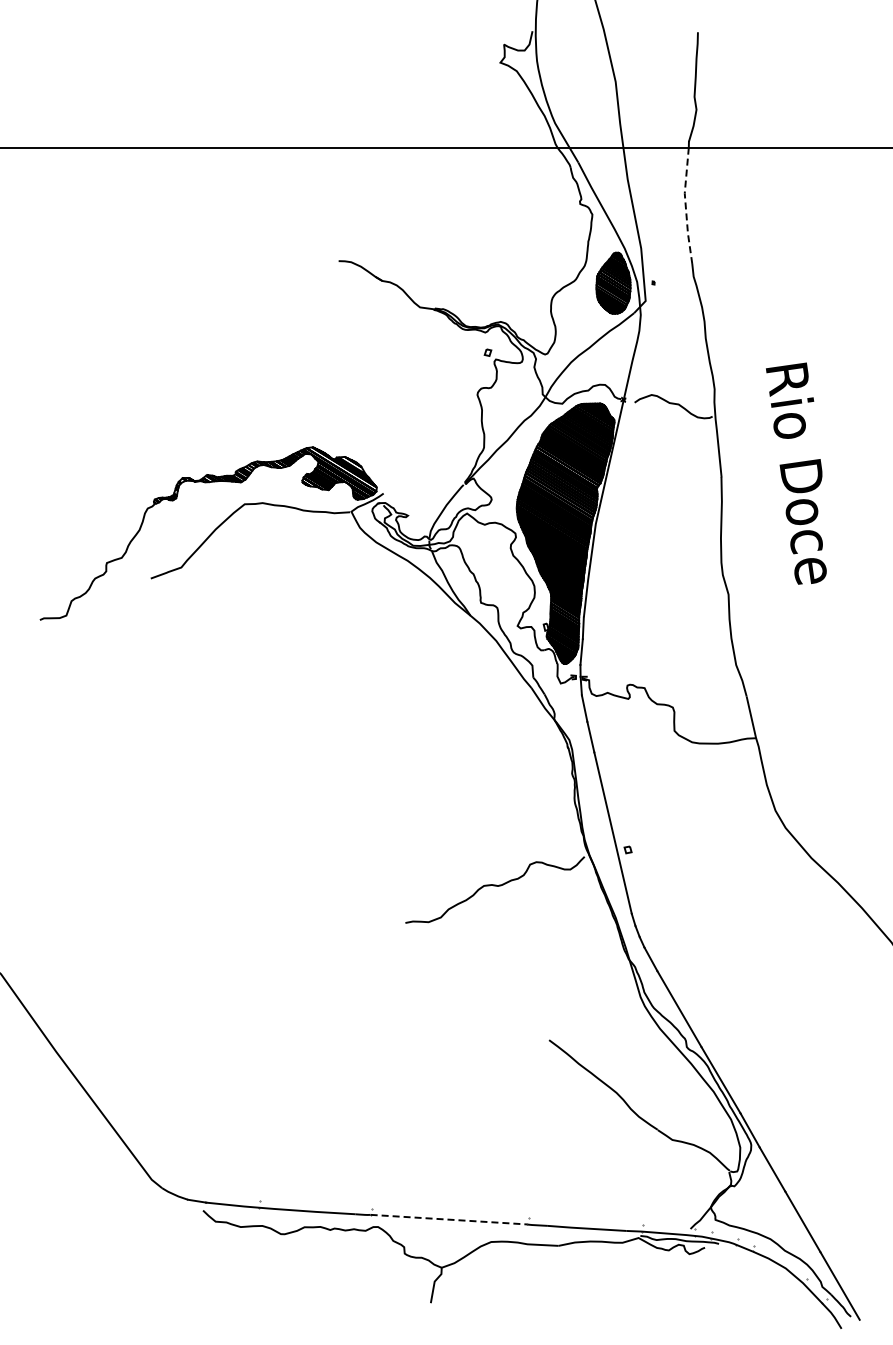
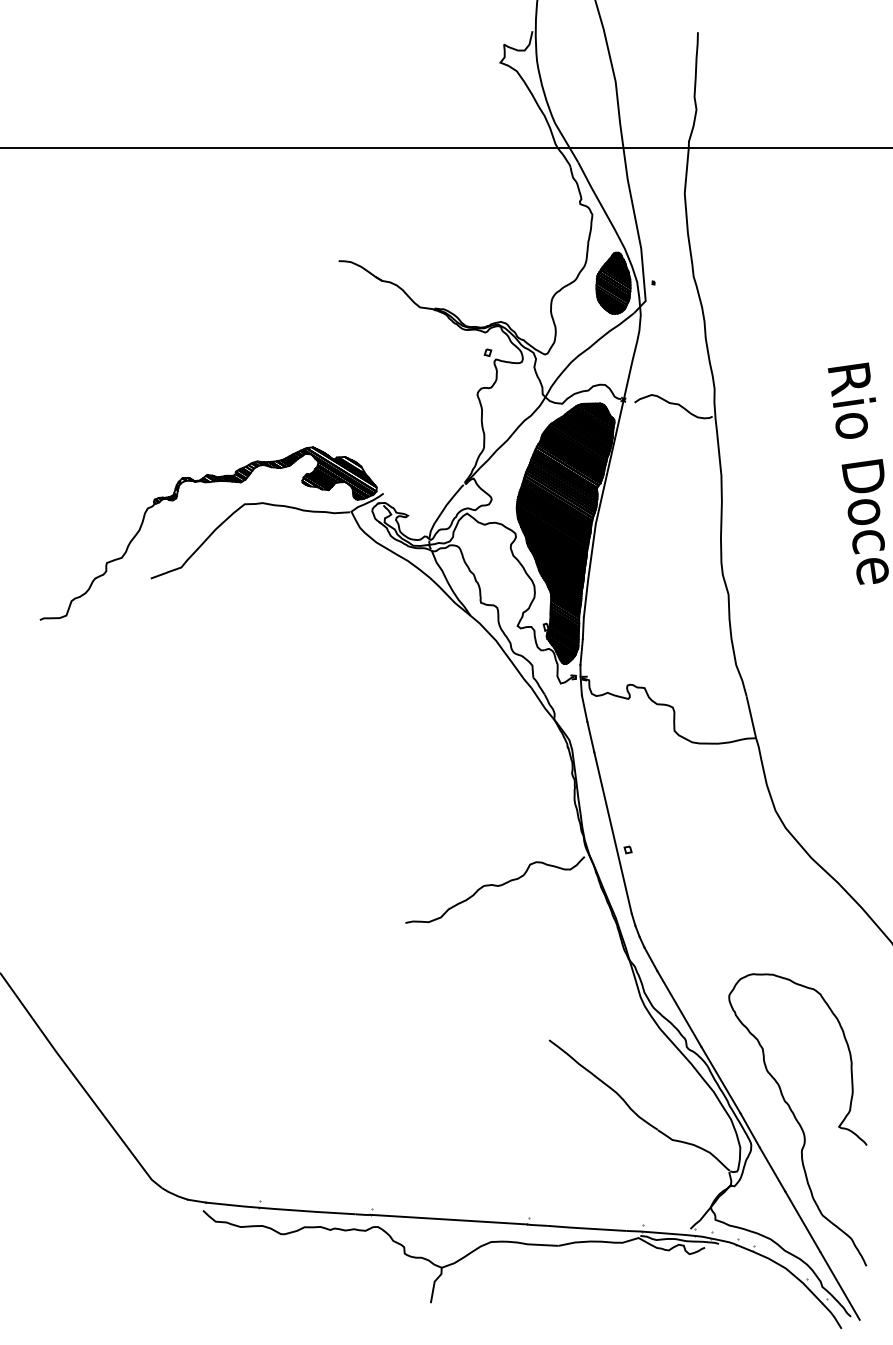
line at (685, 206): dashed -> solid
text at (796, 473) position: (796, 473) -> (858, 473)
curve at (797, 1119): none -> present
line at (449, 1219): dashed -> solid
